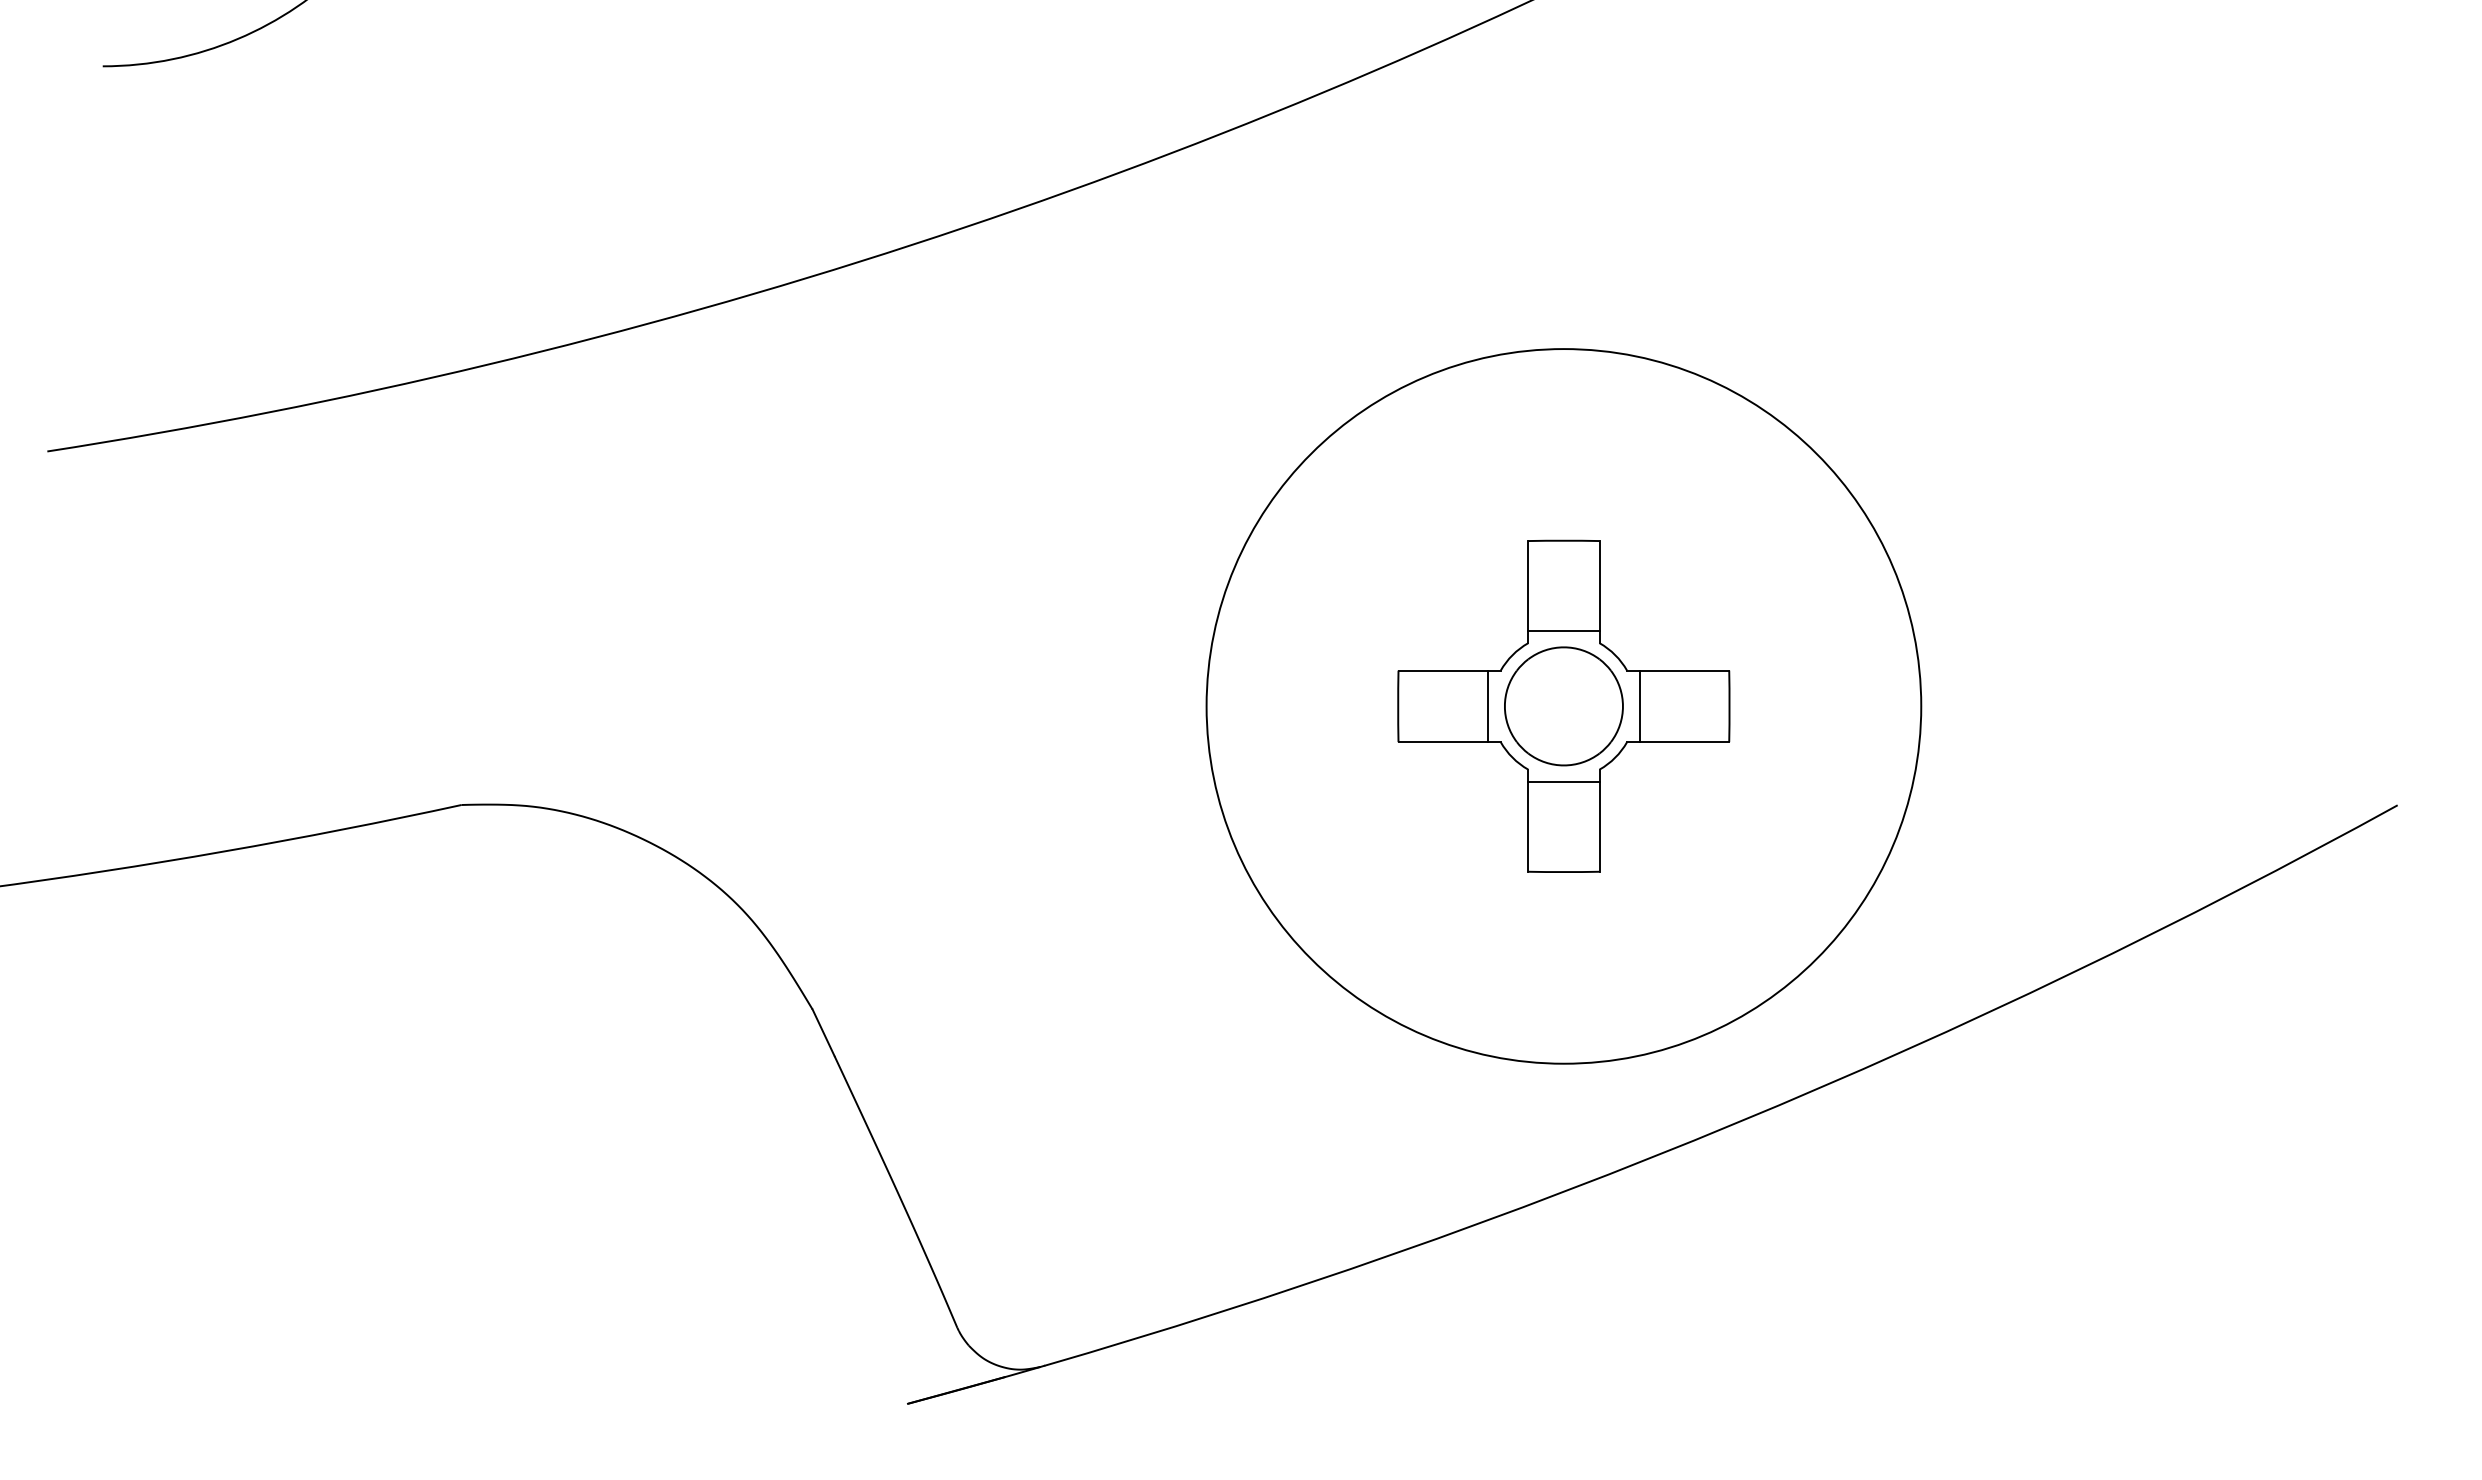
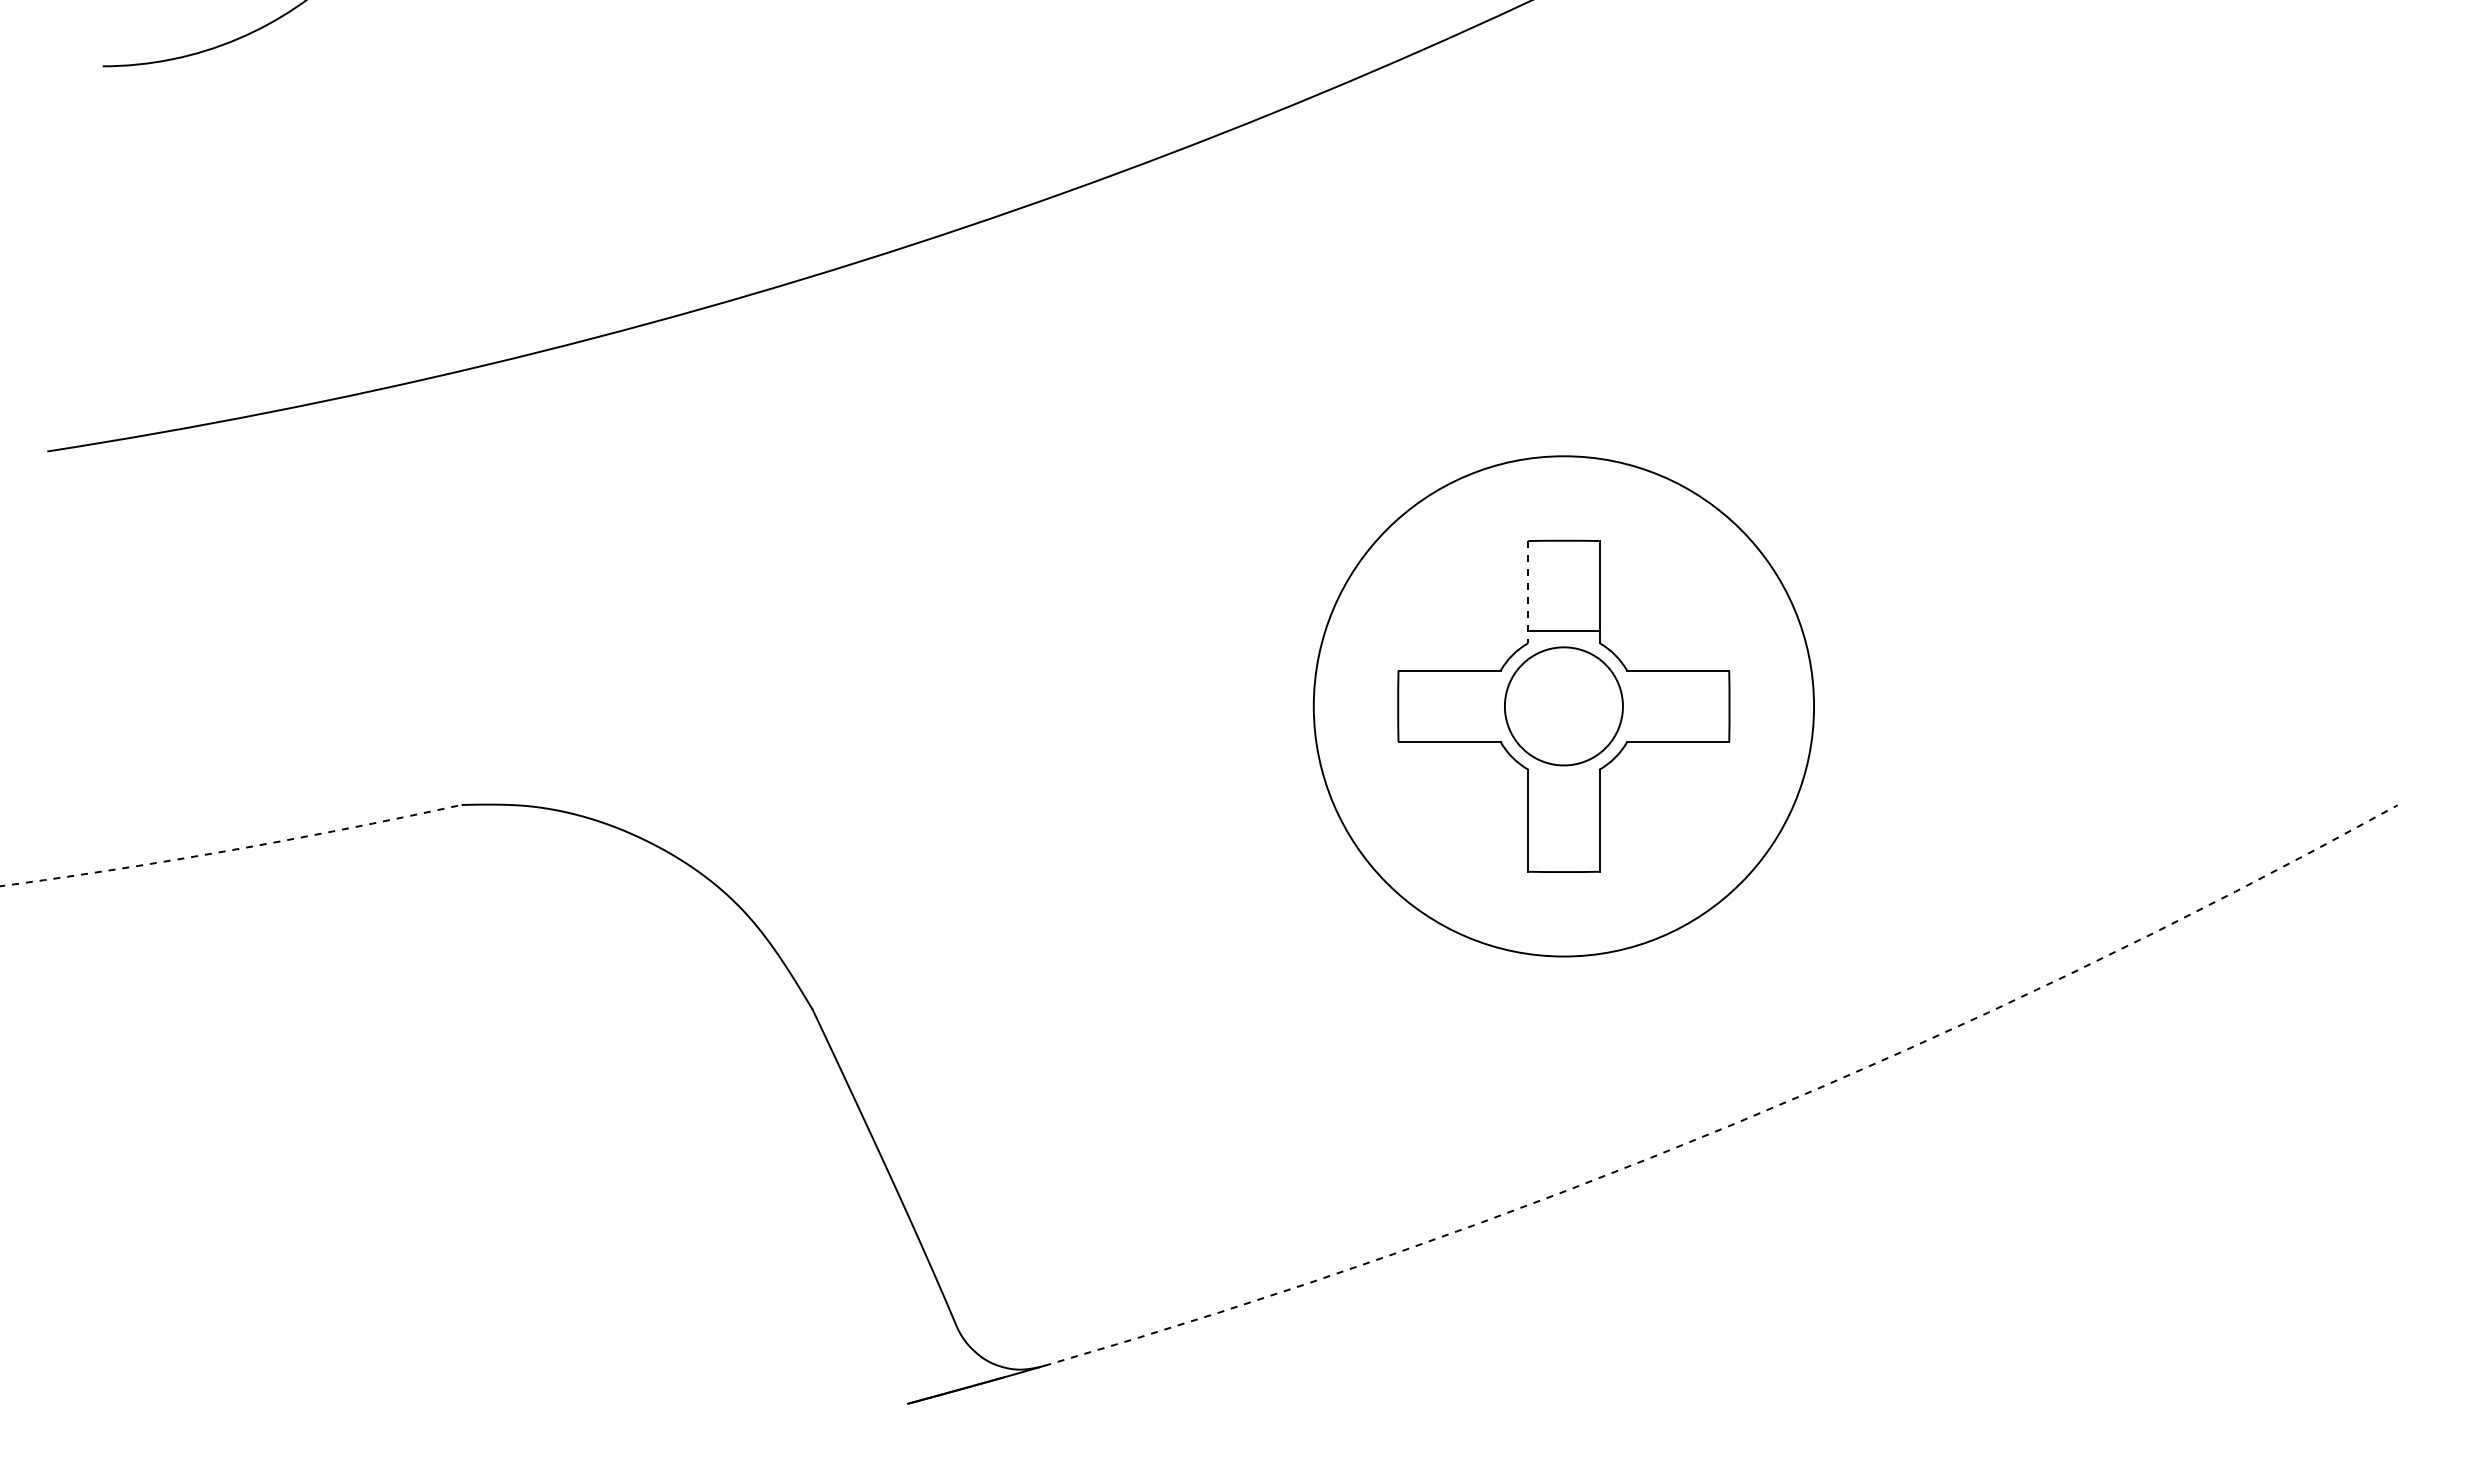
line at (1528, 592): solid -> dashed
line at (1488, 706): present -> none
circle at (1563, 706) diameter: 715 px -> 500 px
line at (1639, 706): present -> none
line at (1563, 781): present -> none
arc at (231, 850): solid -> dashed
arc at (1736, 1123): solid -> dashed
